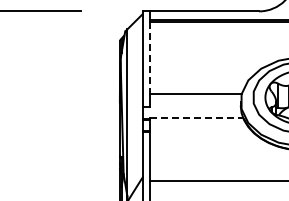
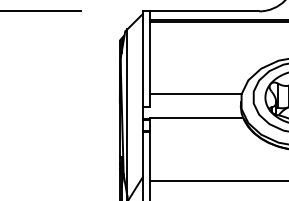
line at (149, 58): dashed -> solid
line at (196, 118): dashed -> solid
